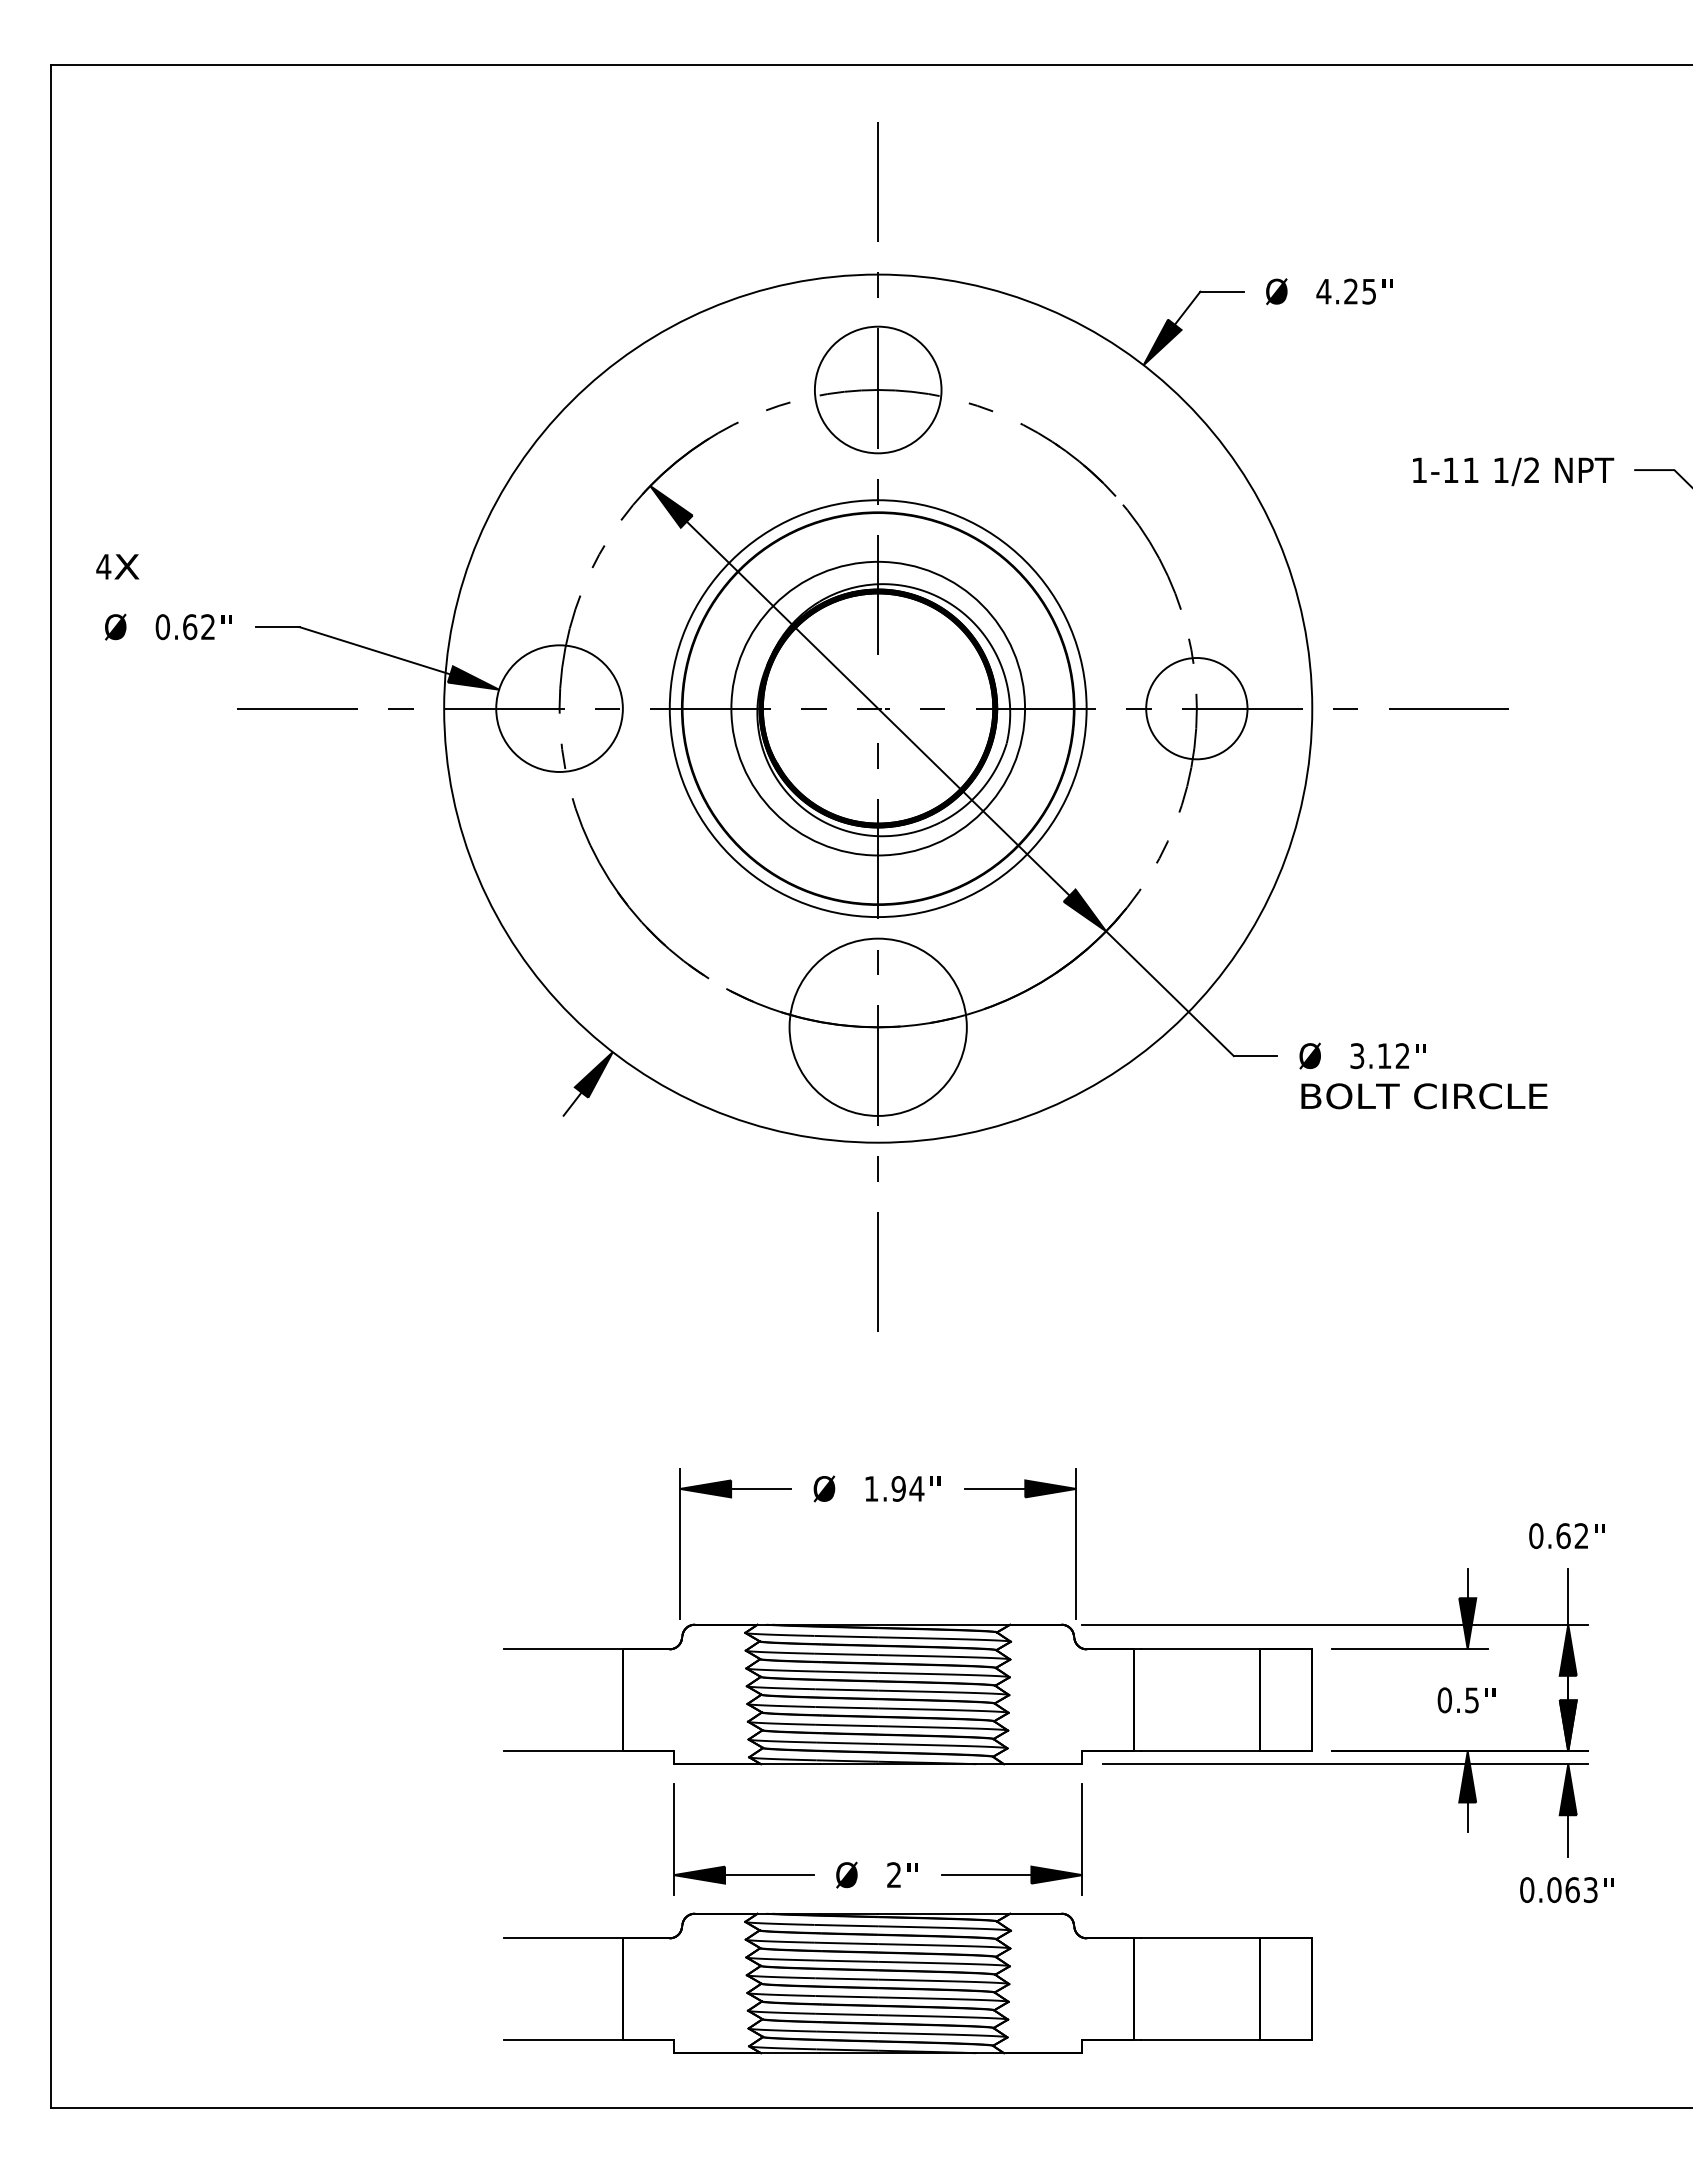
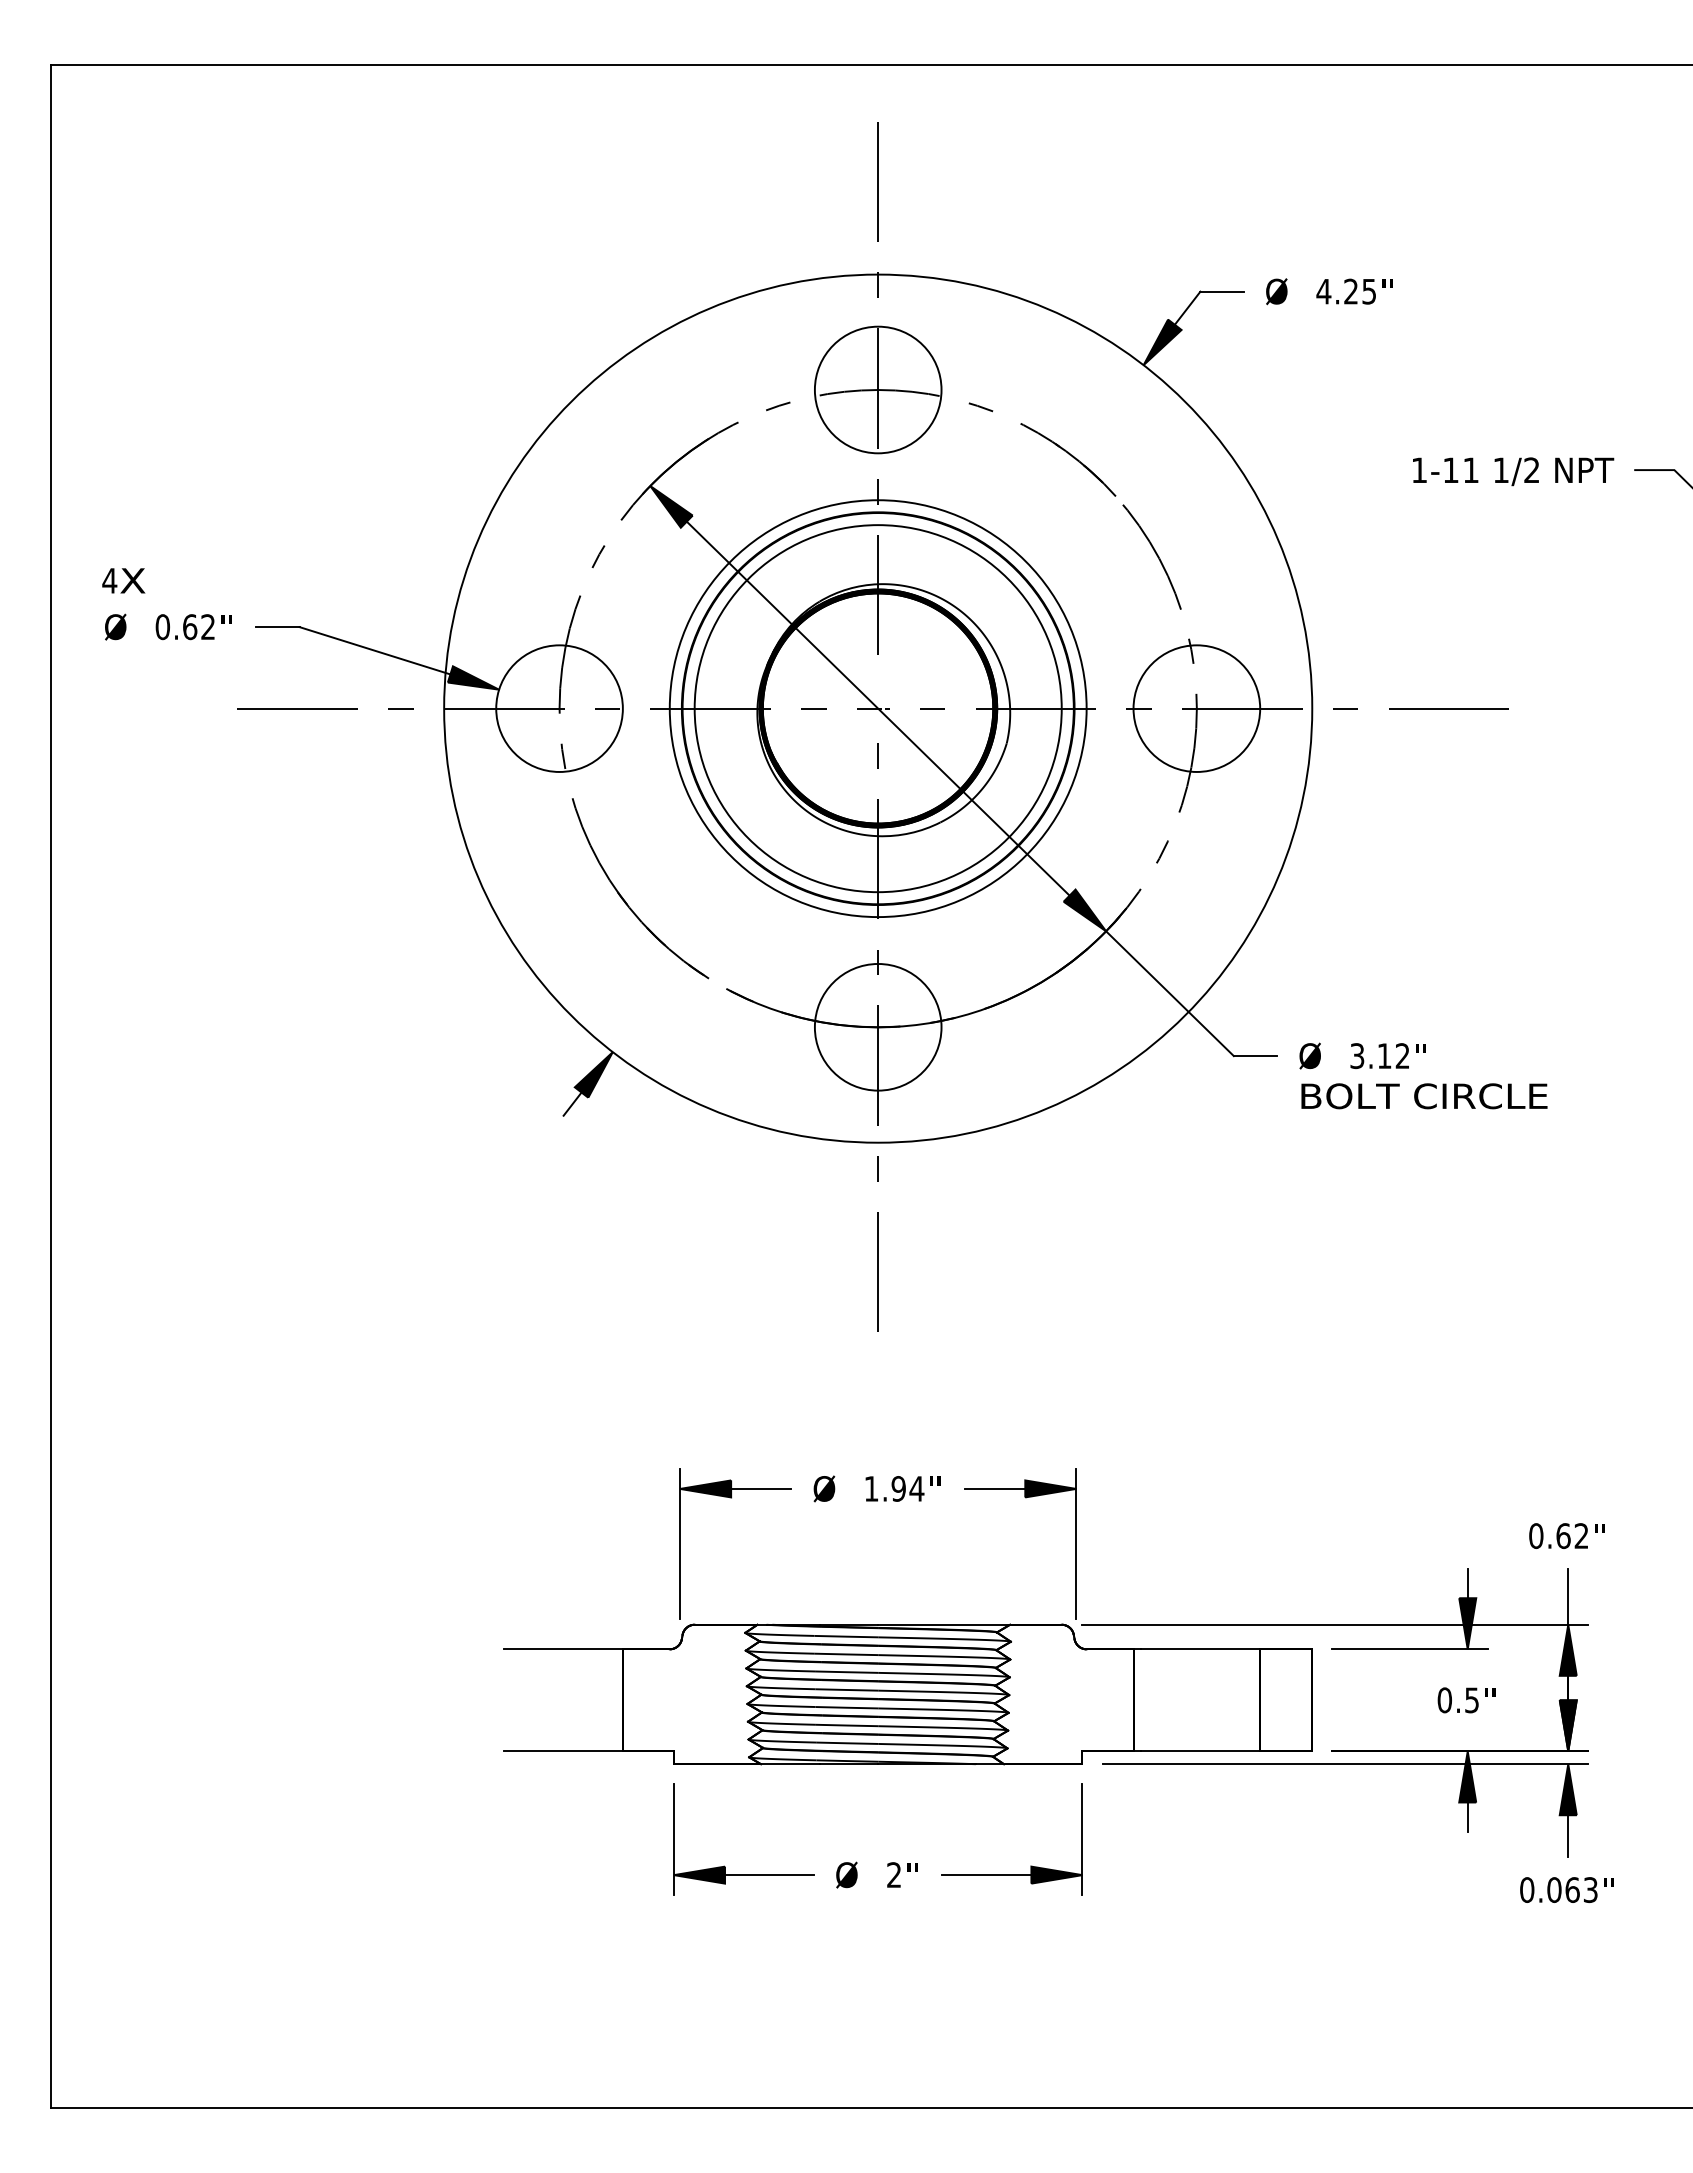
text at (117, 566) position: (117, 566) -> (123, 580)
circle at (878, 708) diameter: 294 px -> 367 px
circle at (1196, 708) diameter: 101 px -> 127 px
circle at (877, 1026) diameter: 177 px -> 127 px
part at (907, 1983): present -> none
